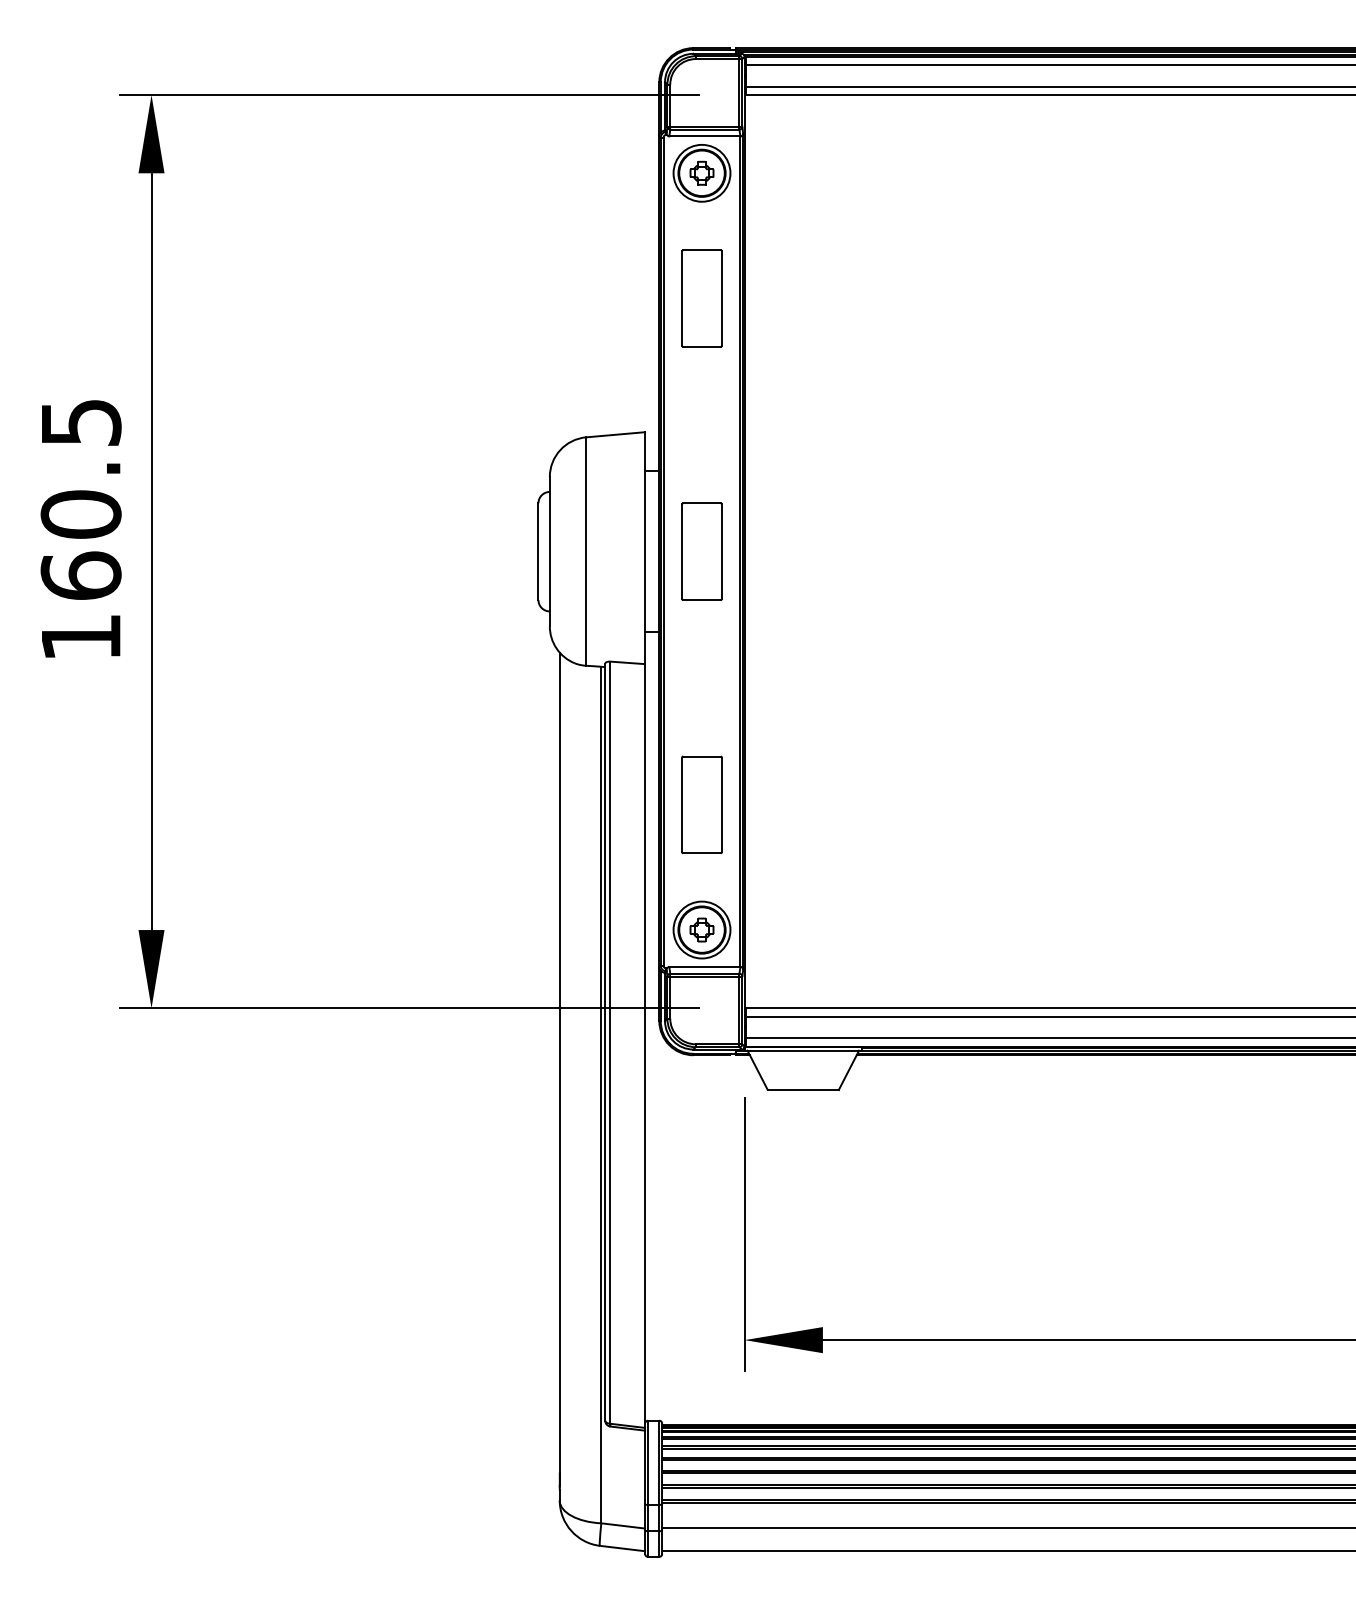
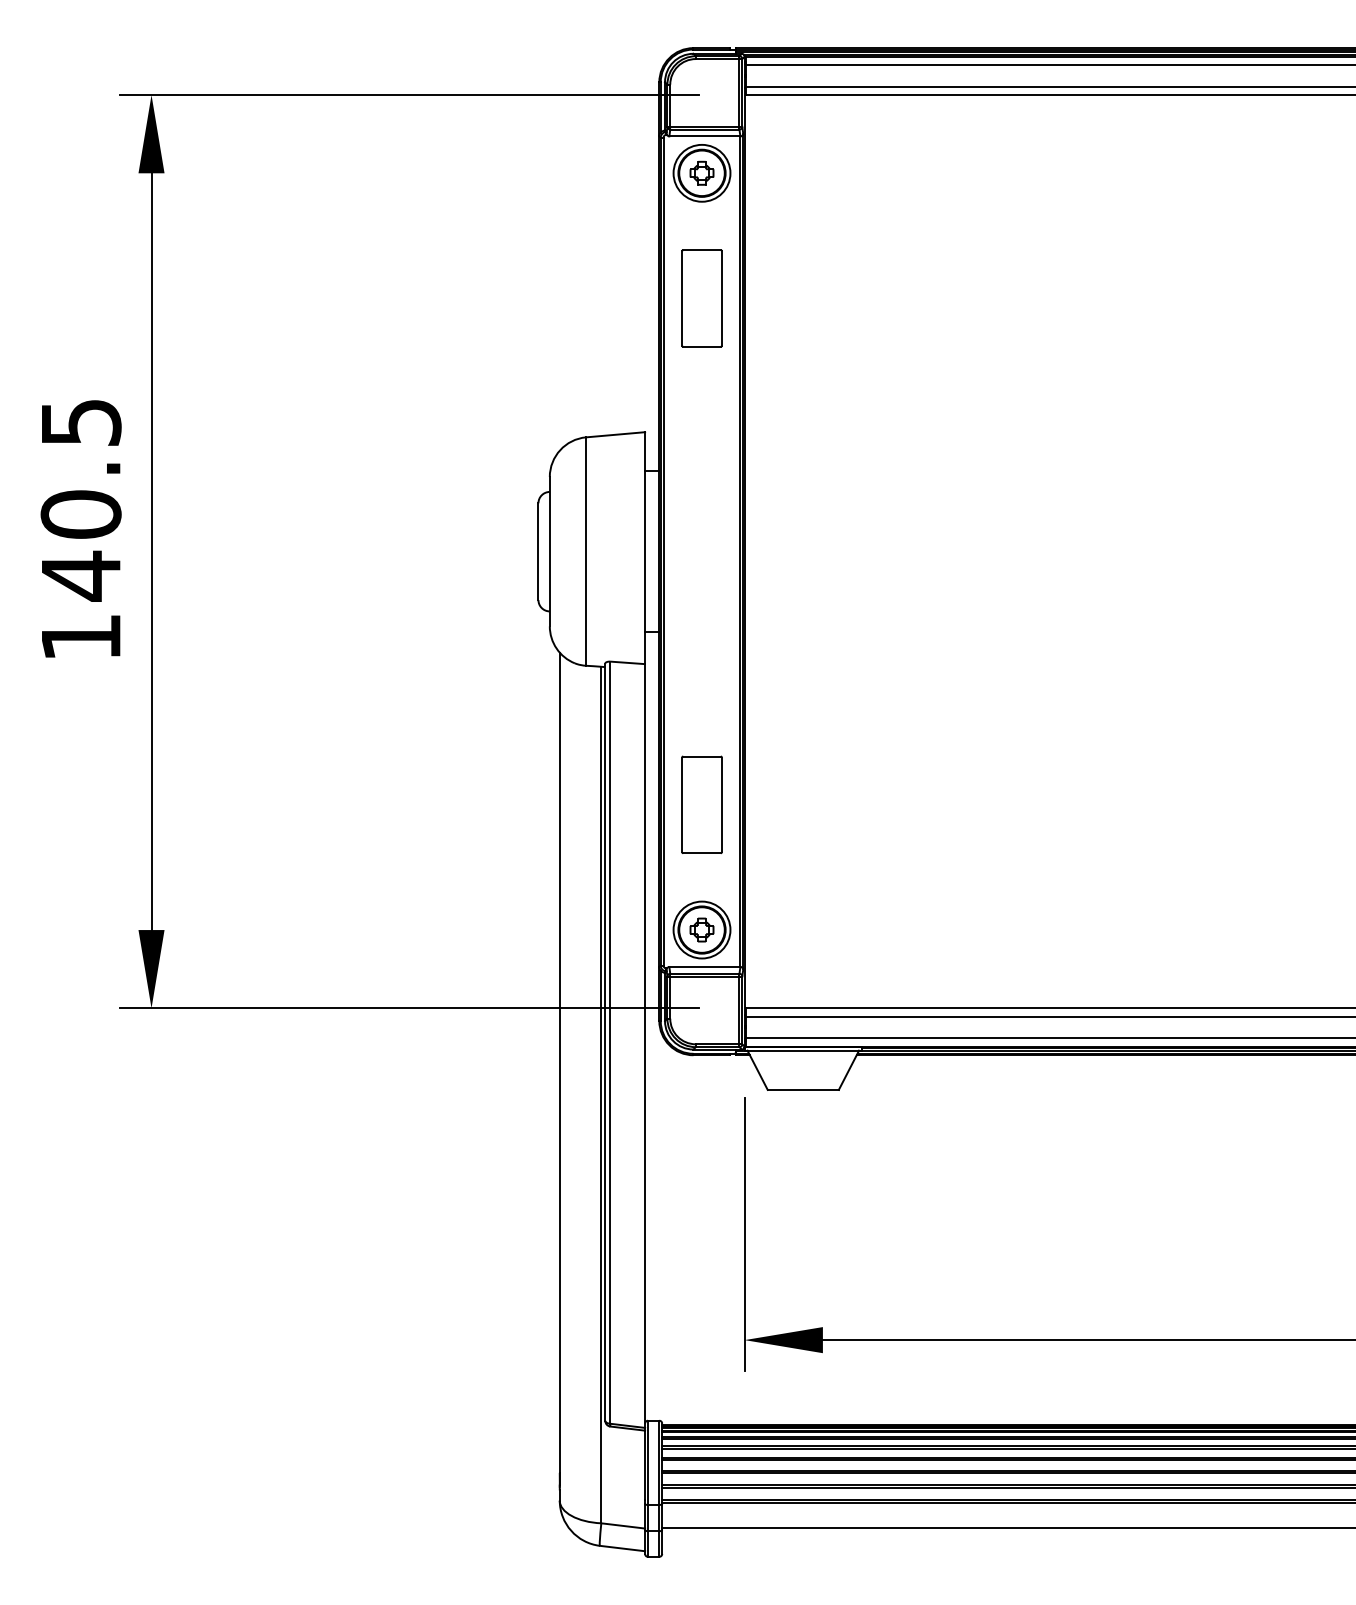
part at (701, 551): present -> none
text at (80, 575): 160.5 -> 140.5
line at (1007, 1551): present -> none
